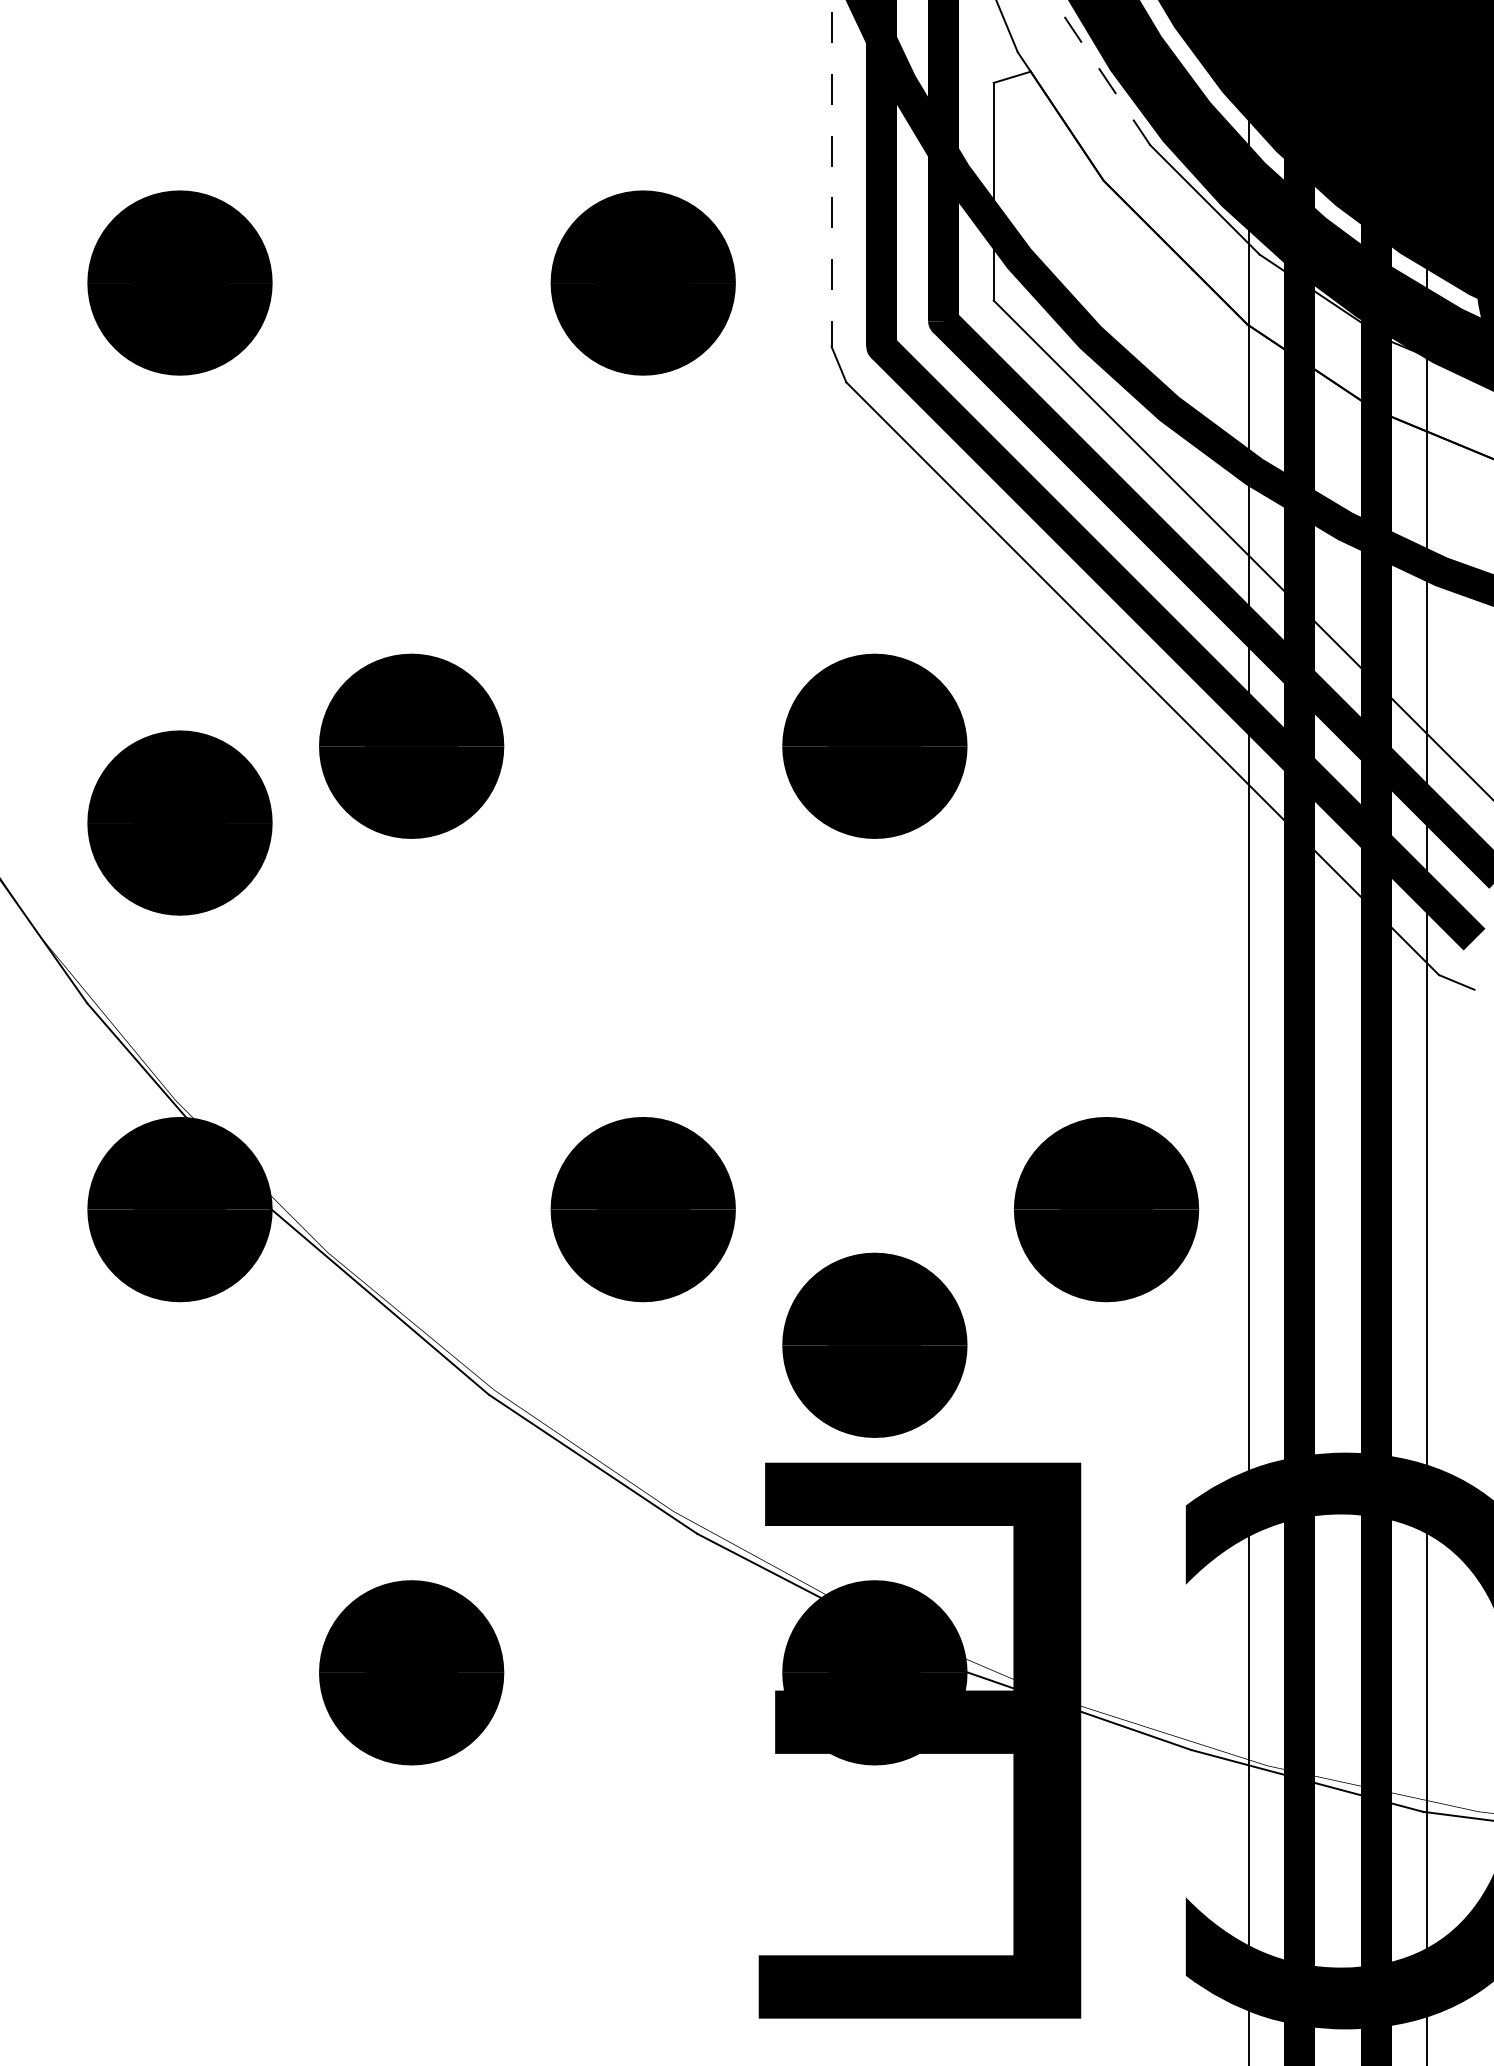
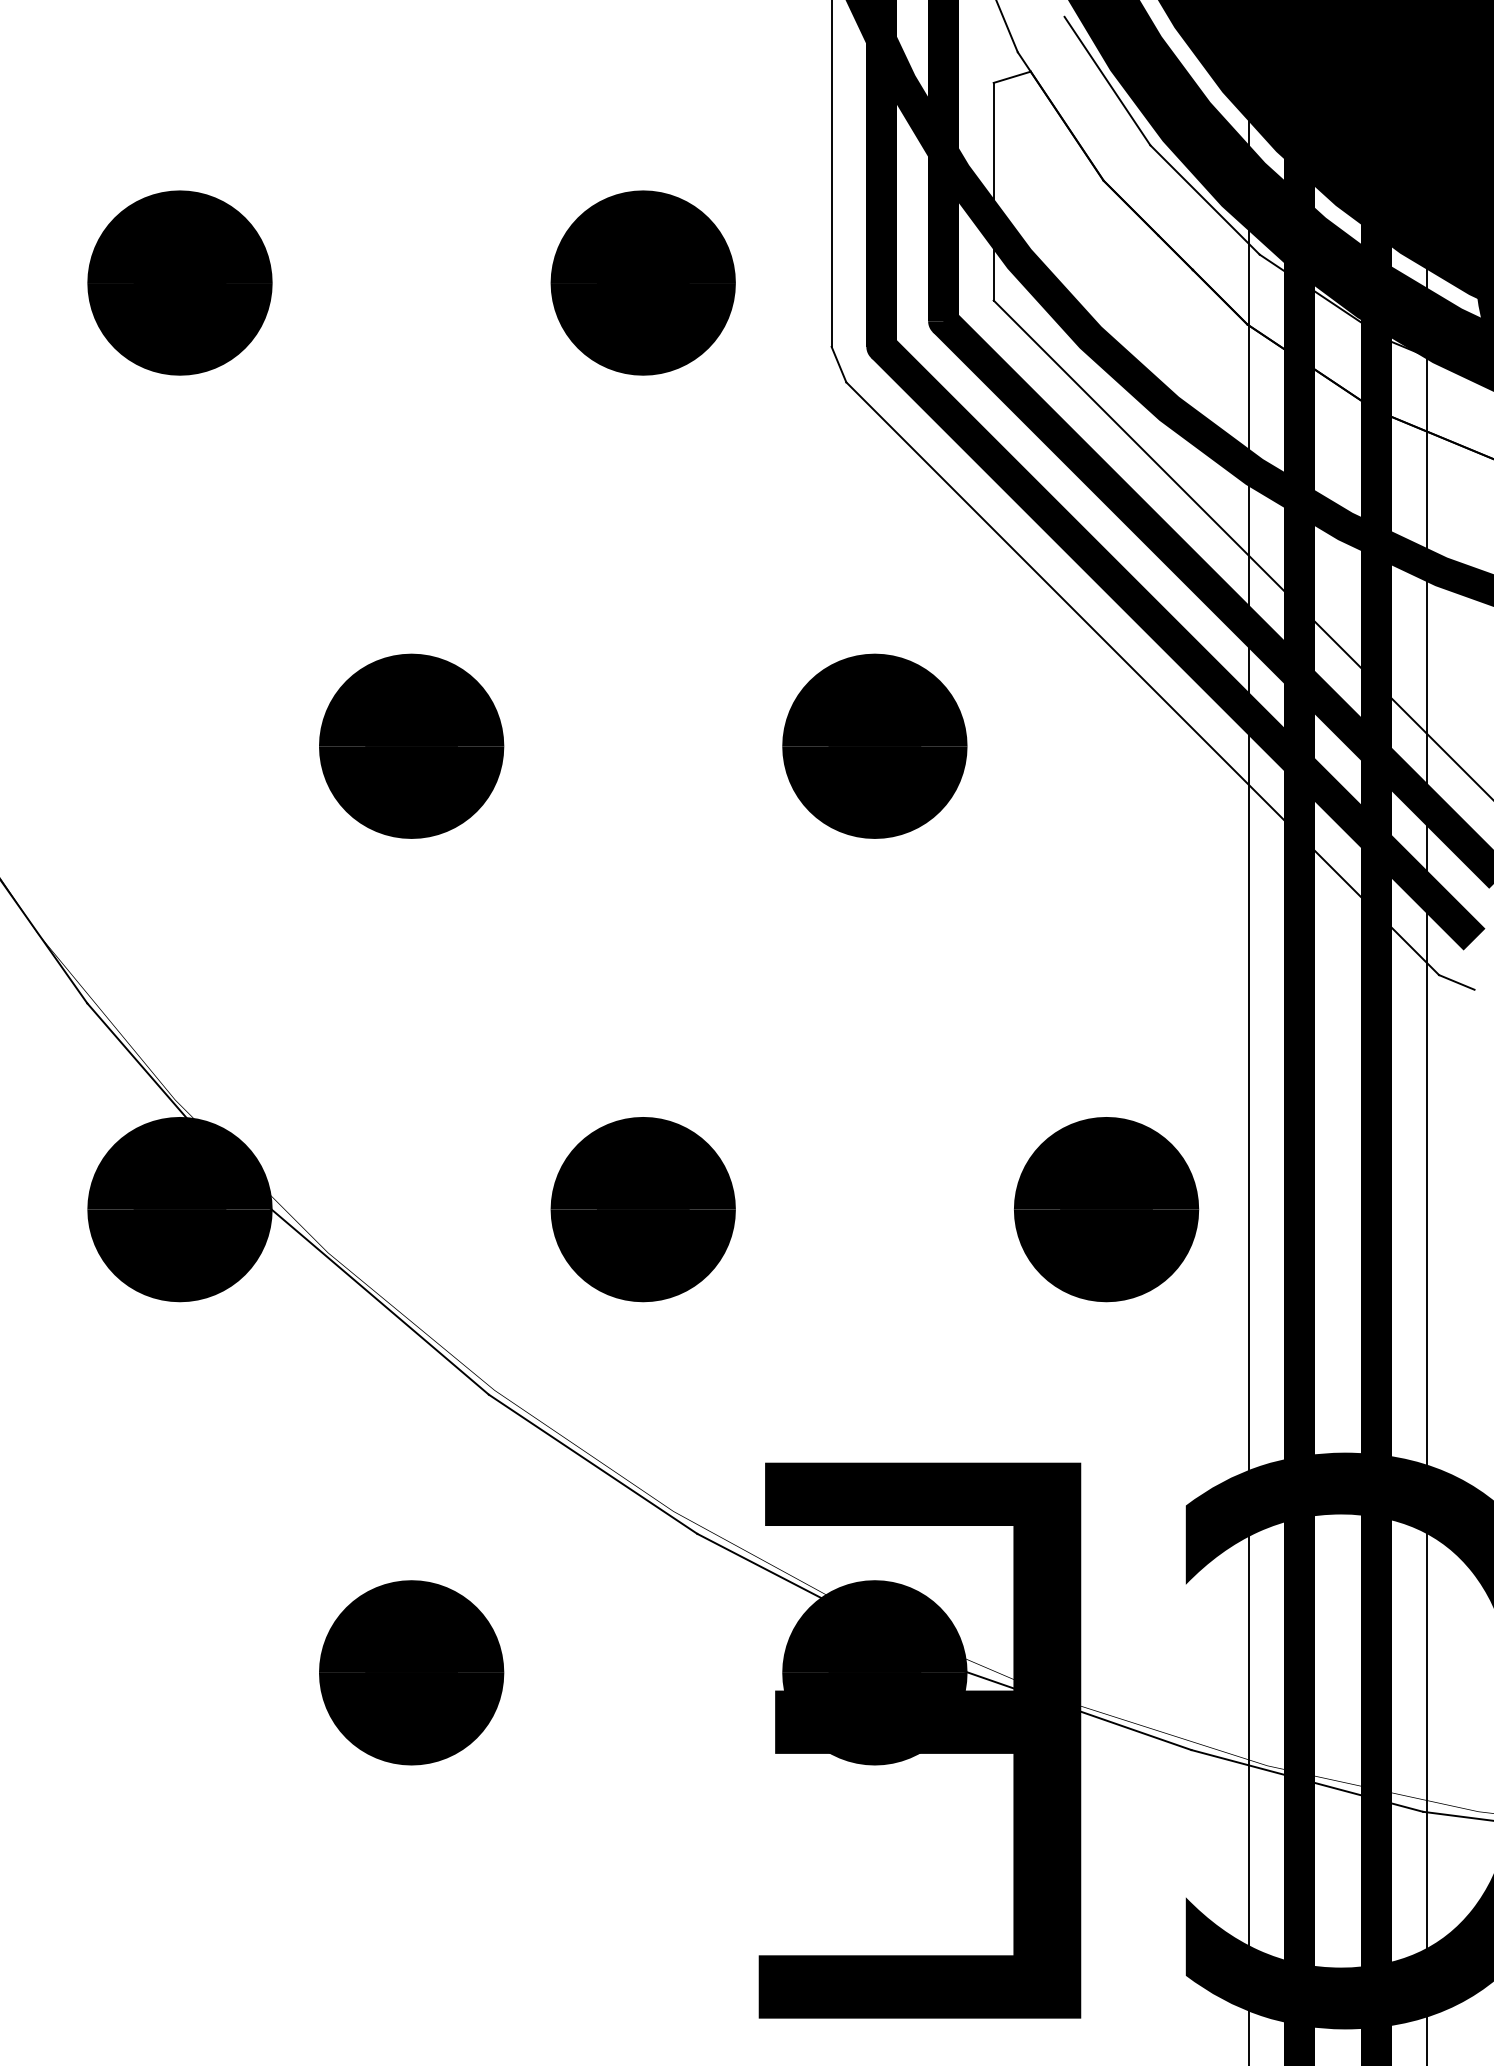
line at (1107, 80): dashed -> solid
line at (831, 173): dashed -> solid
part at (179, 822): present -> none
part at (874, 1344): present -> none
